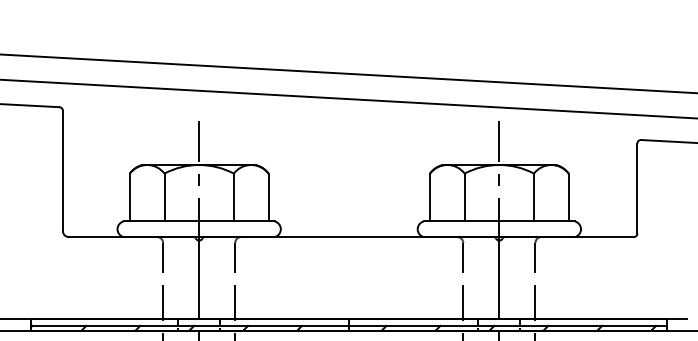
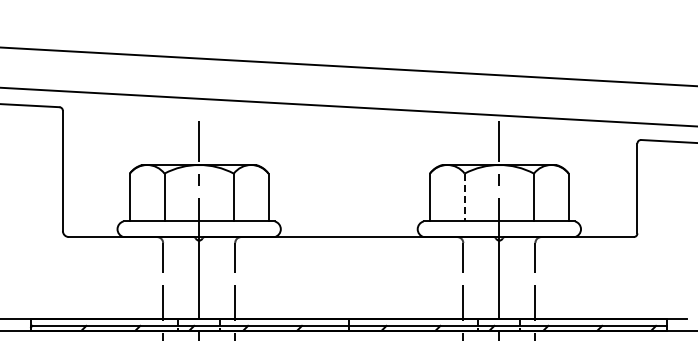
line at (348, 73) position: (348, 73) -> (348, 66)
line at (348, 98) position: (348, 98) -> (348, 106)
line at (464, 197): solid -> dashed
